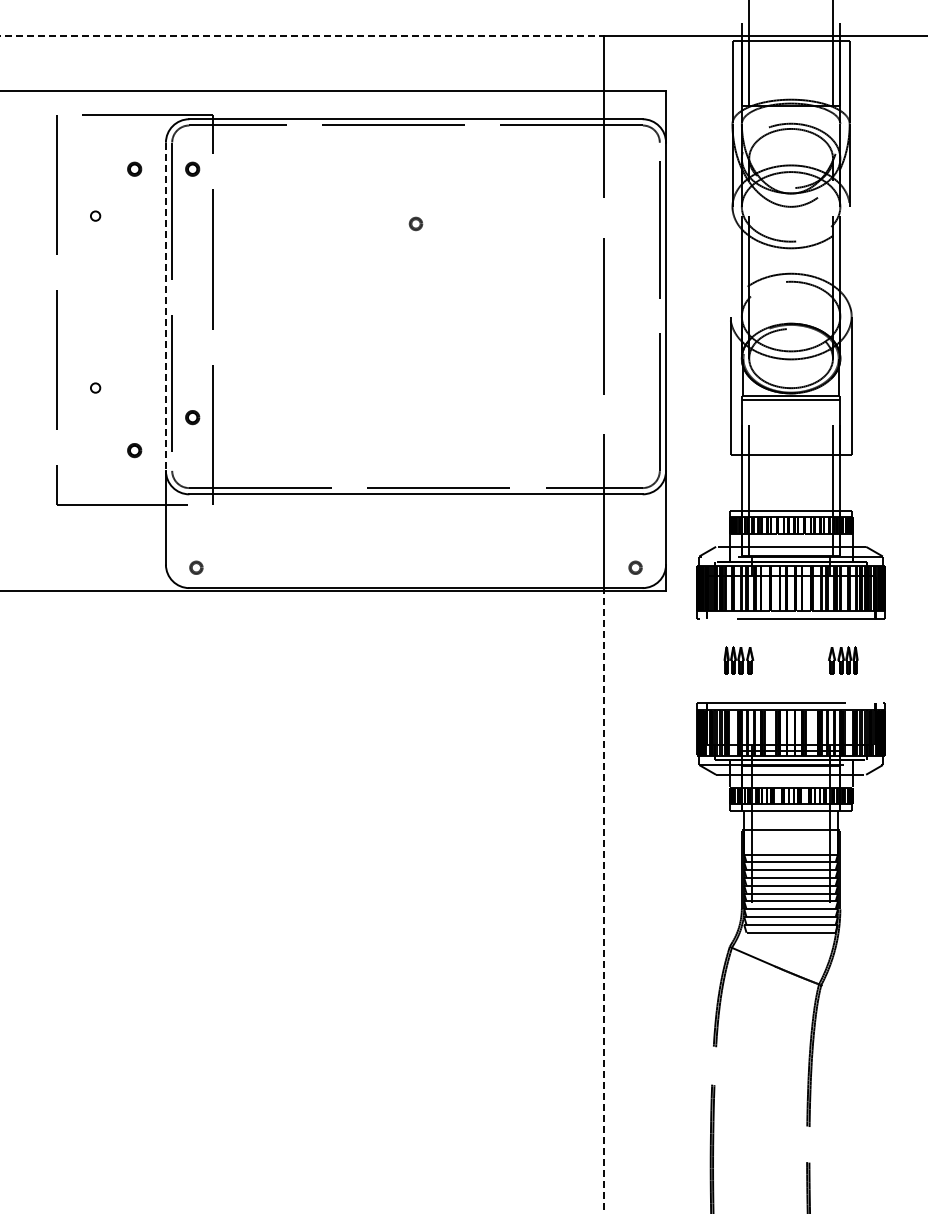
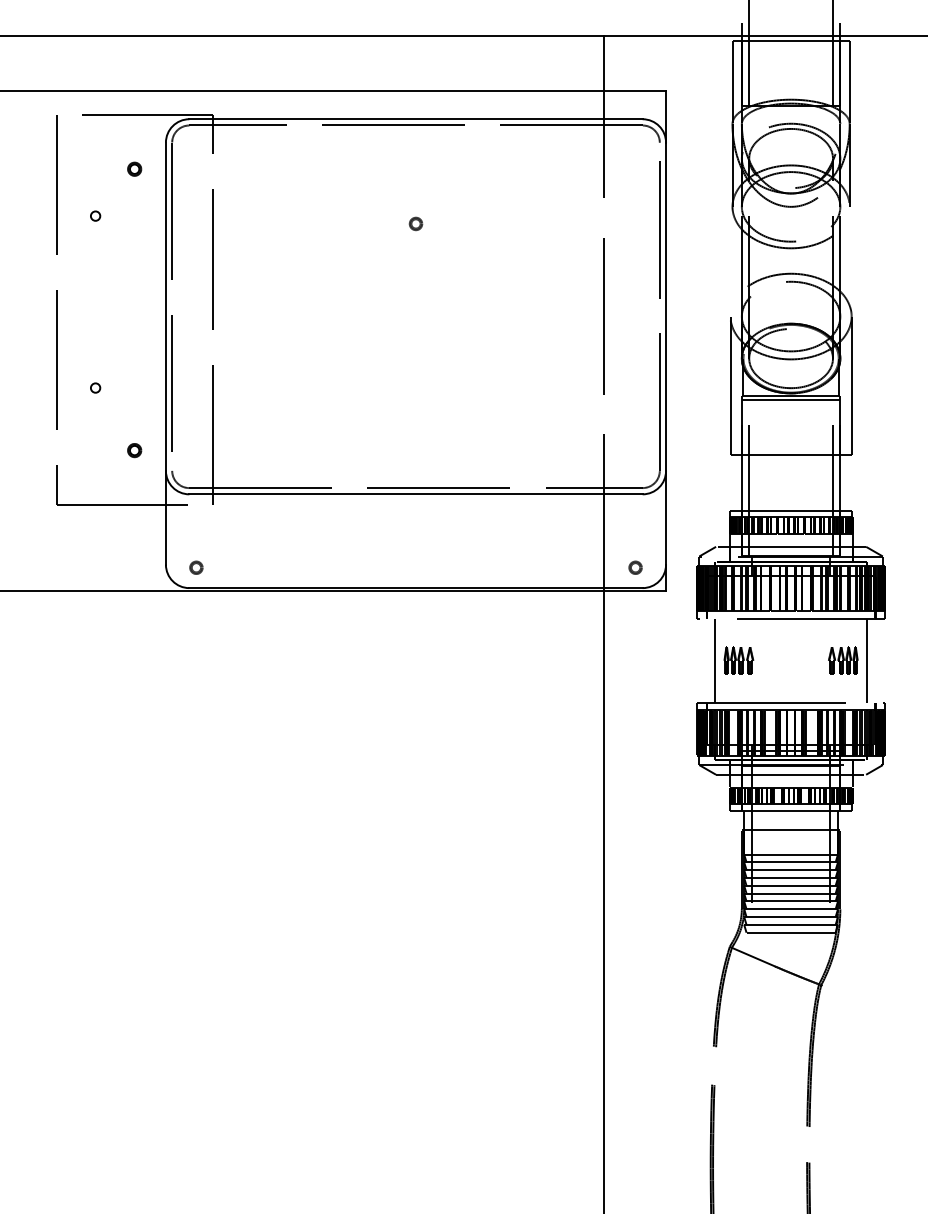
line at (302, 36): dashed -> solid
part at (192, 168): present -> none
line at (165, 307): dashed -> solid
part at (192, 417): present -> none
line at (715, 660): none -> present
line at (867, 660): none -> present
line at (603, 902): dashed -> solid
